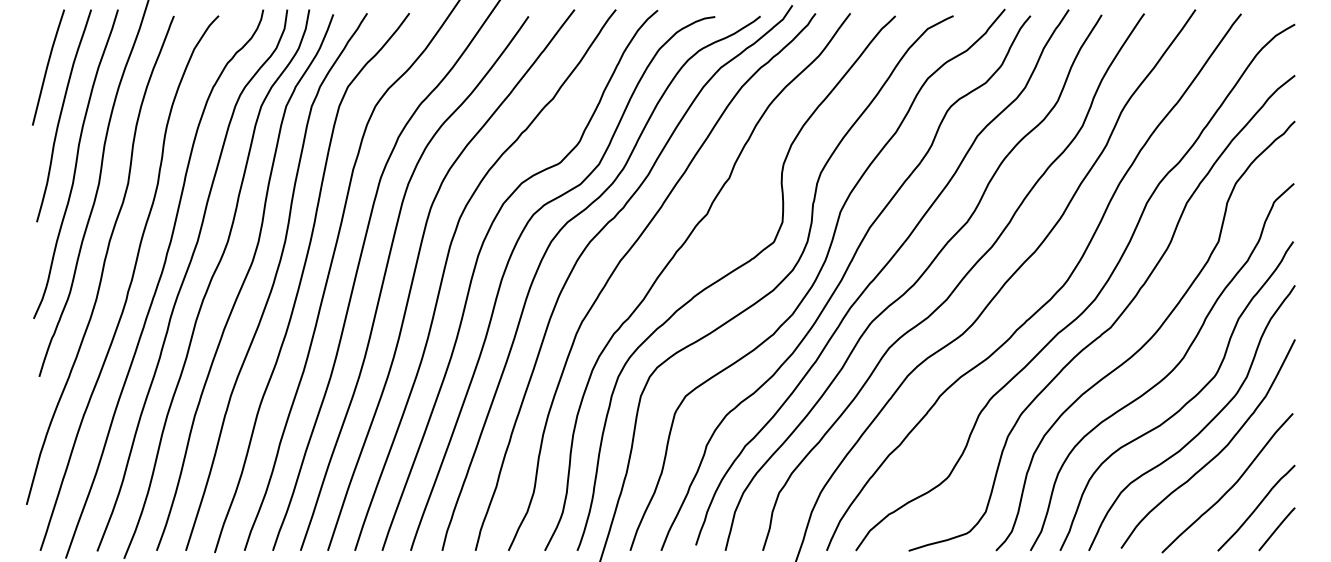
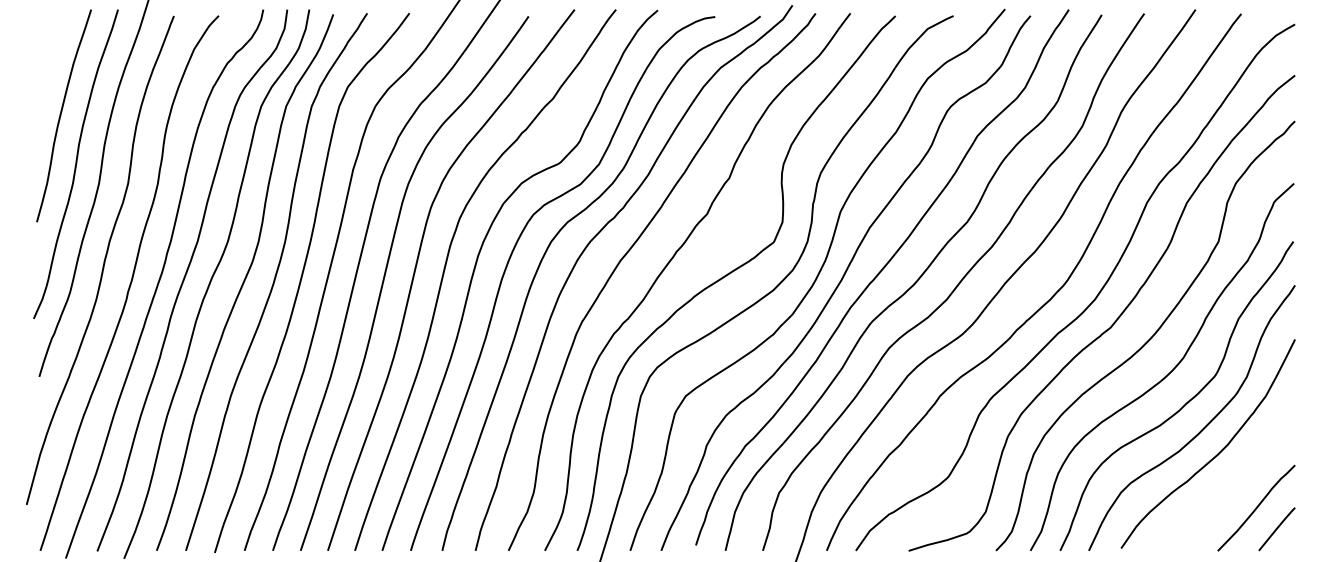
line at (48, 66): present -> none
curve at (1231, 486): present -> none
